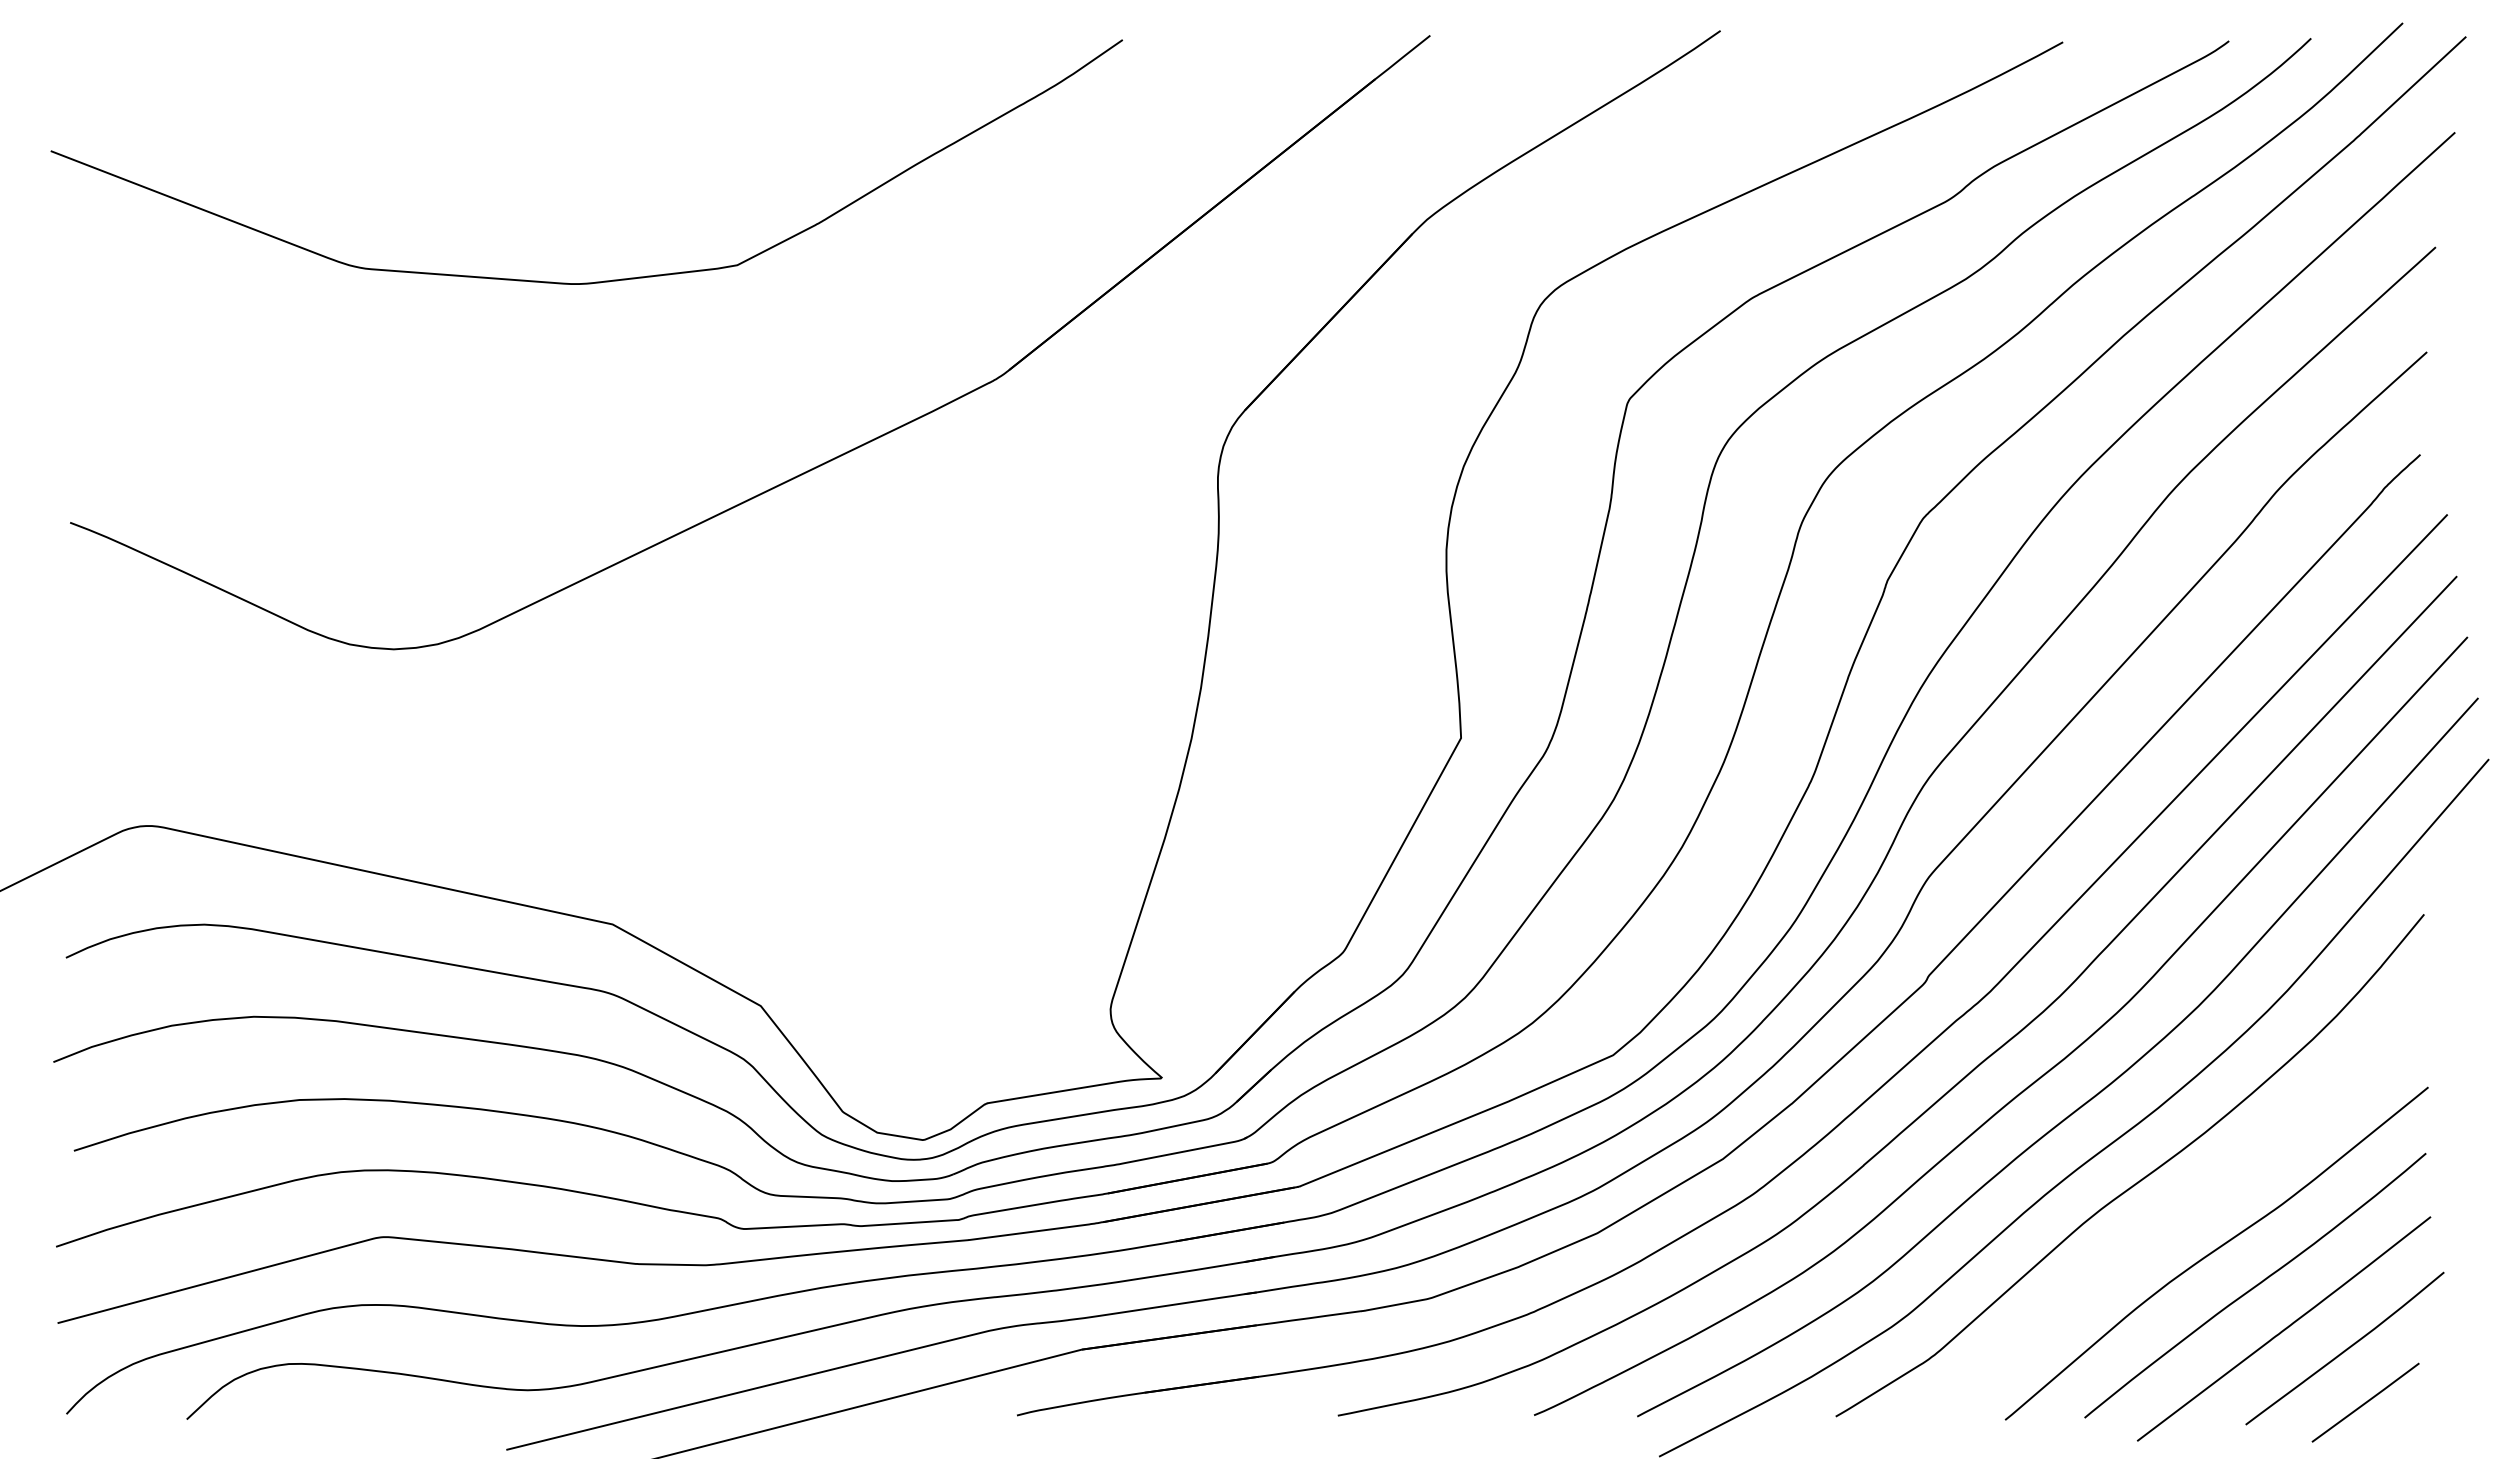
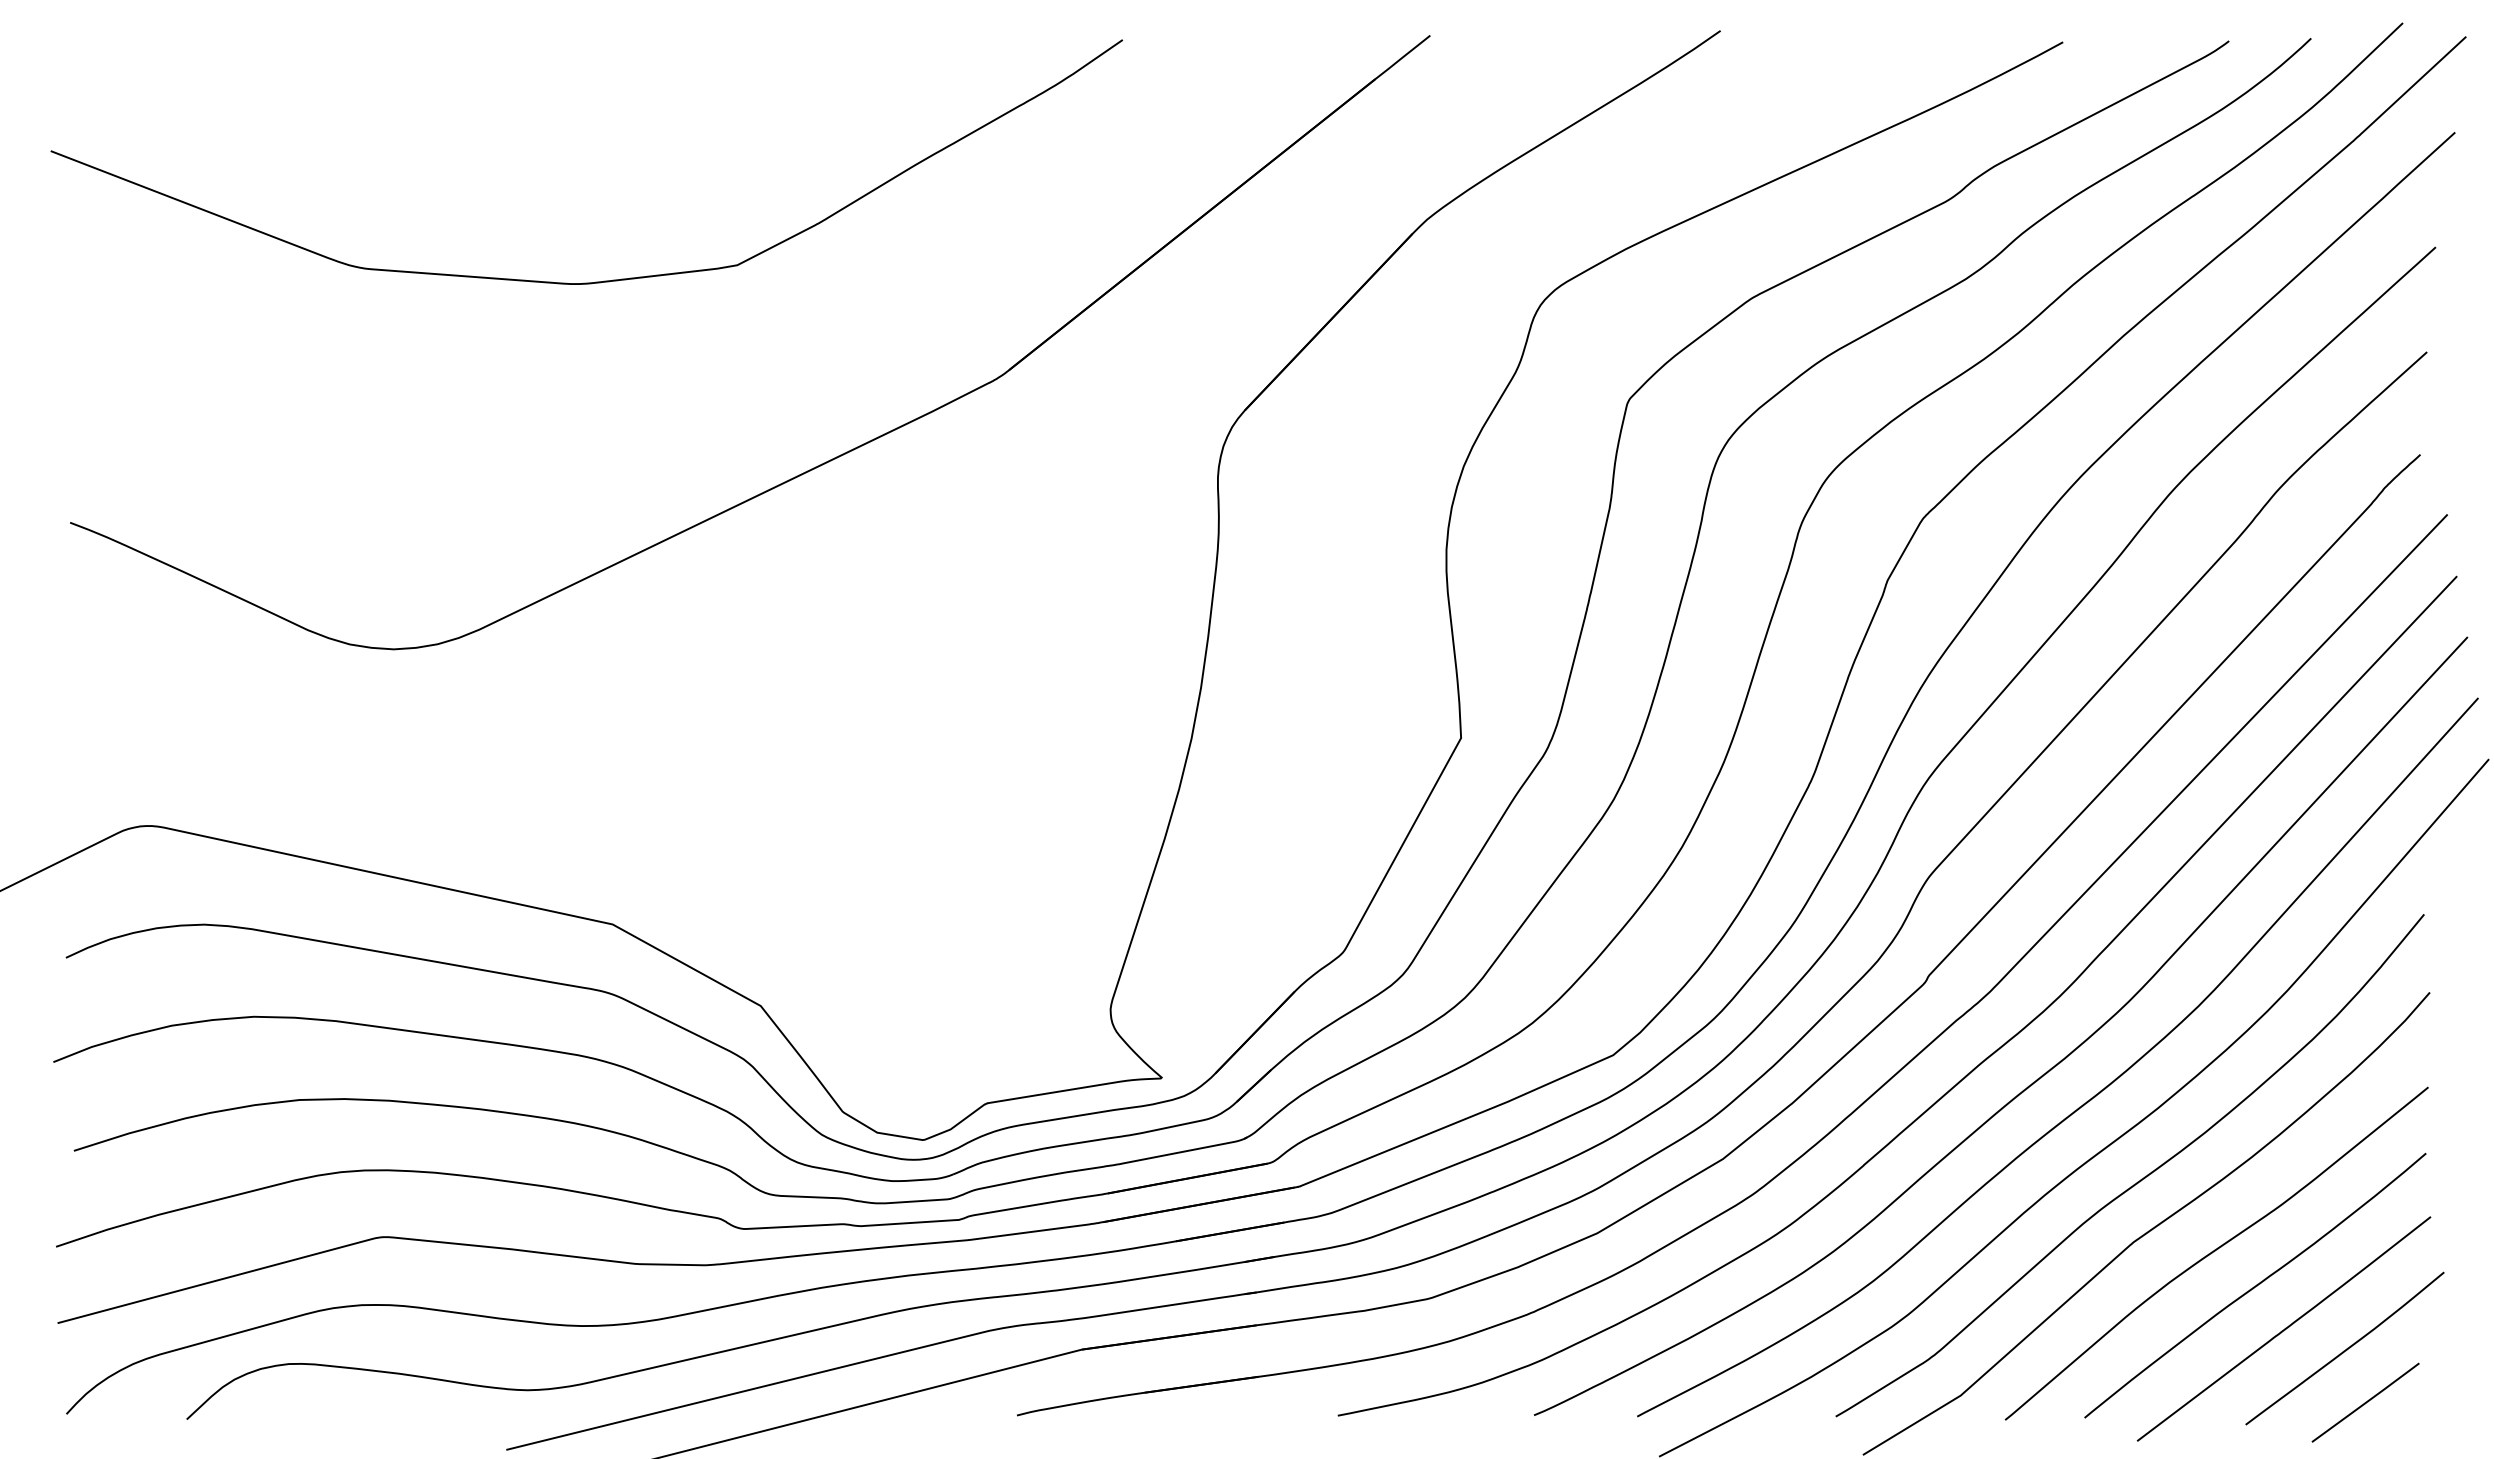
curve at (2151, 1228): none -> present
